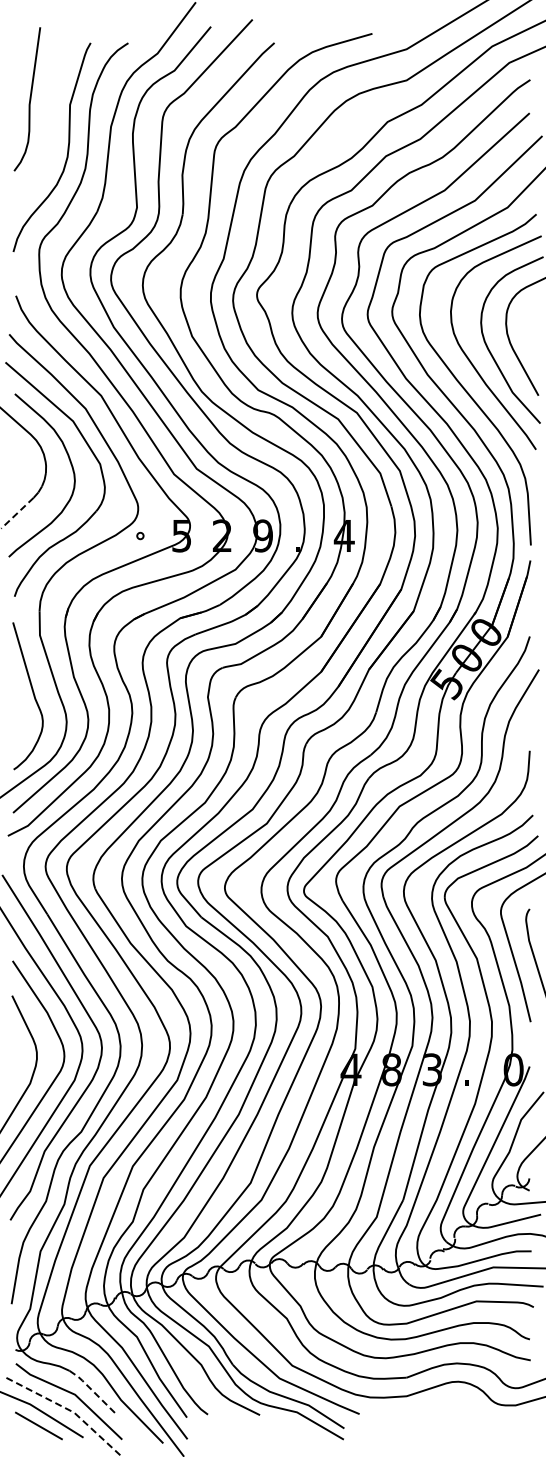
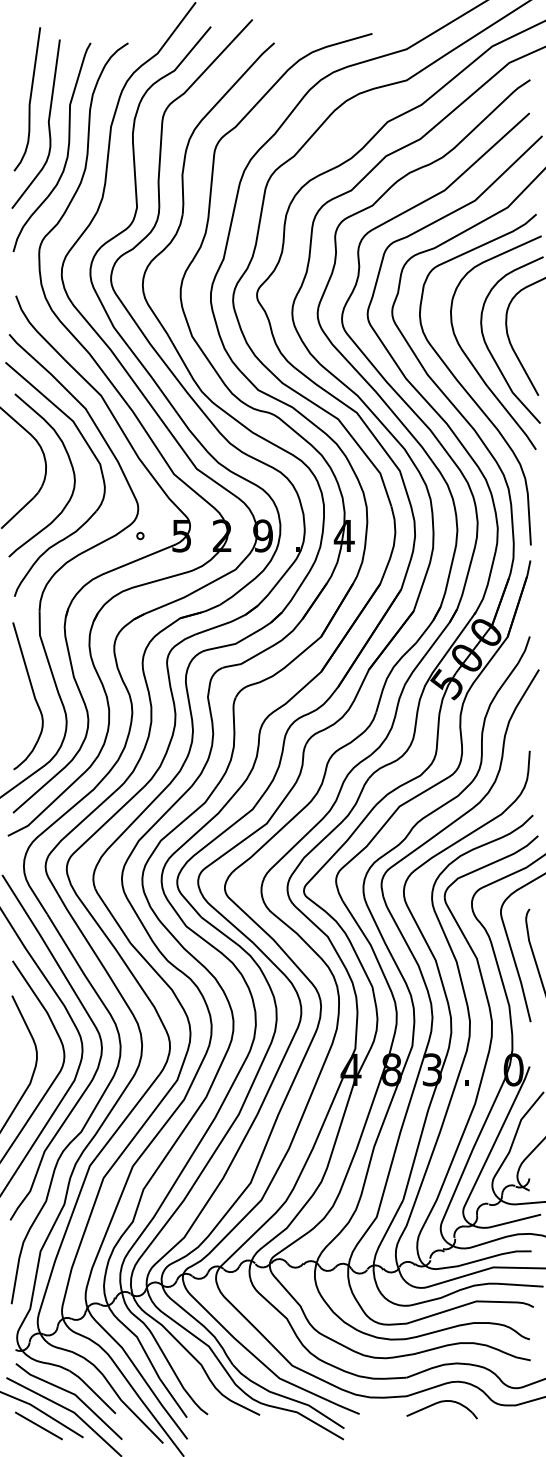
curve at (47, 122): none -> present
line at (17, 513): dashed -> solid
line at (92, 1390): dashed -> solid
part at (439, 1403): none -> present
line at (69, 1410): dashed -> solid
